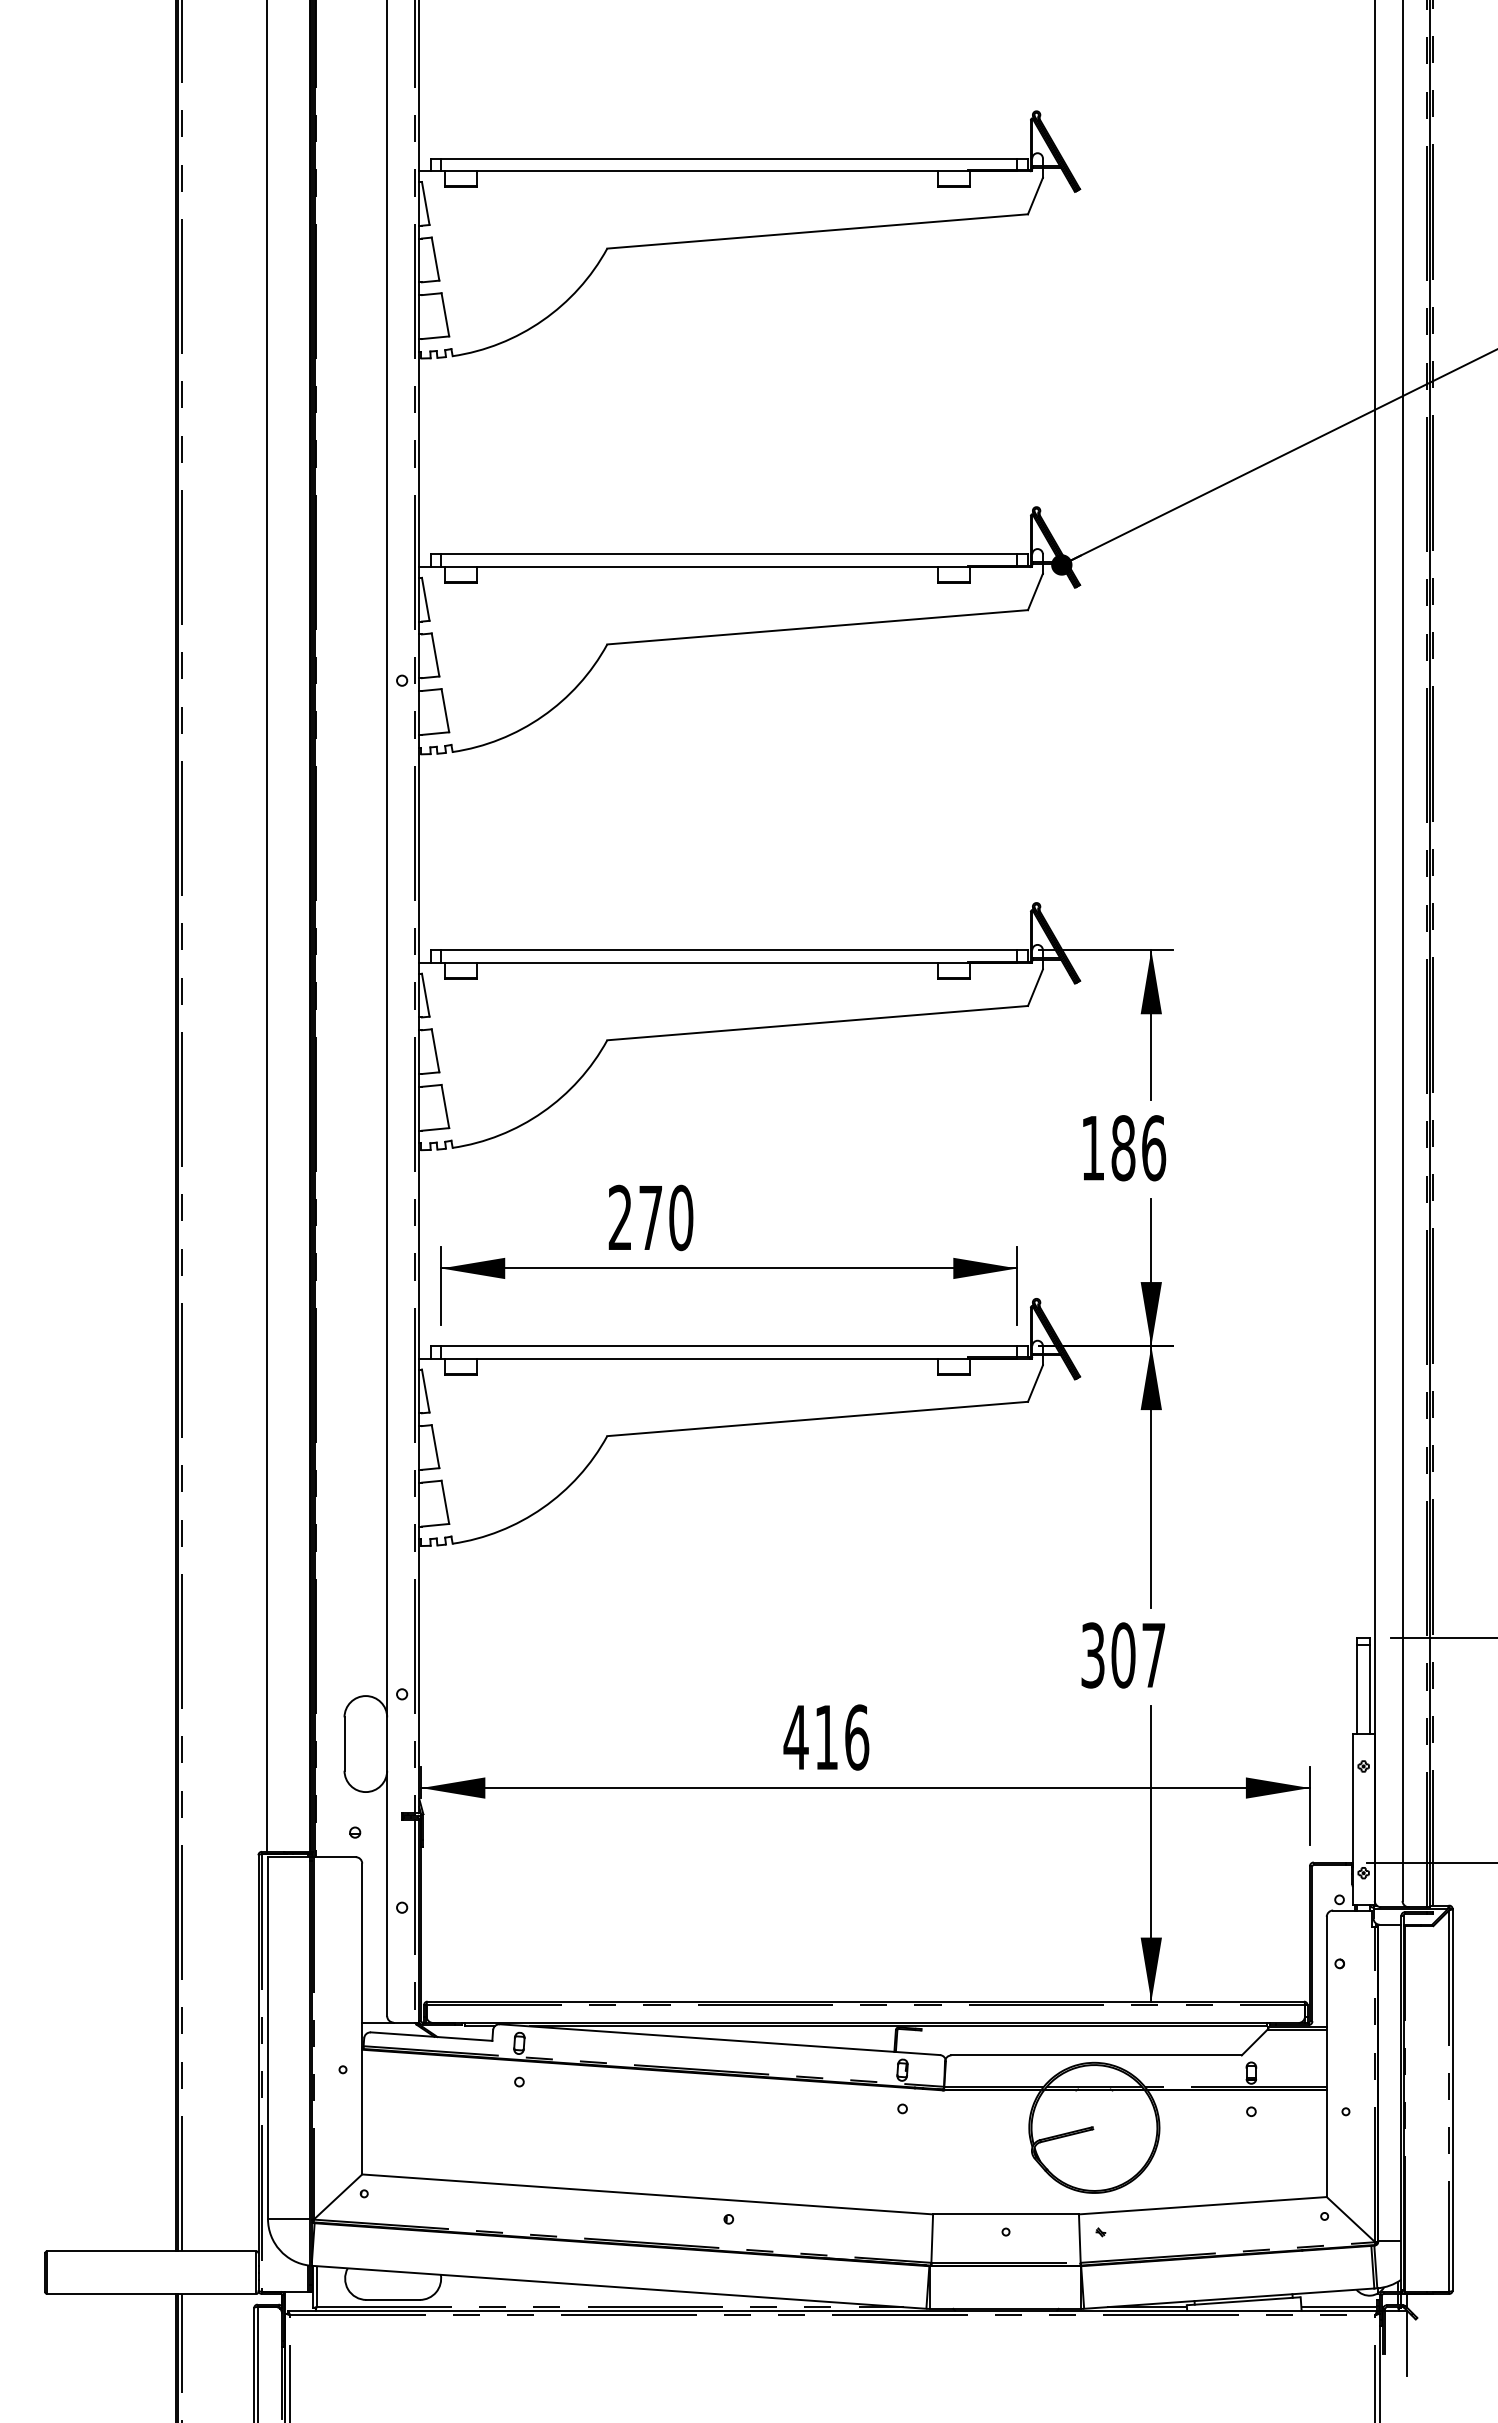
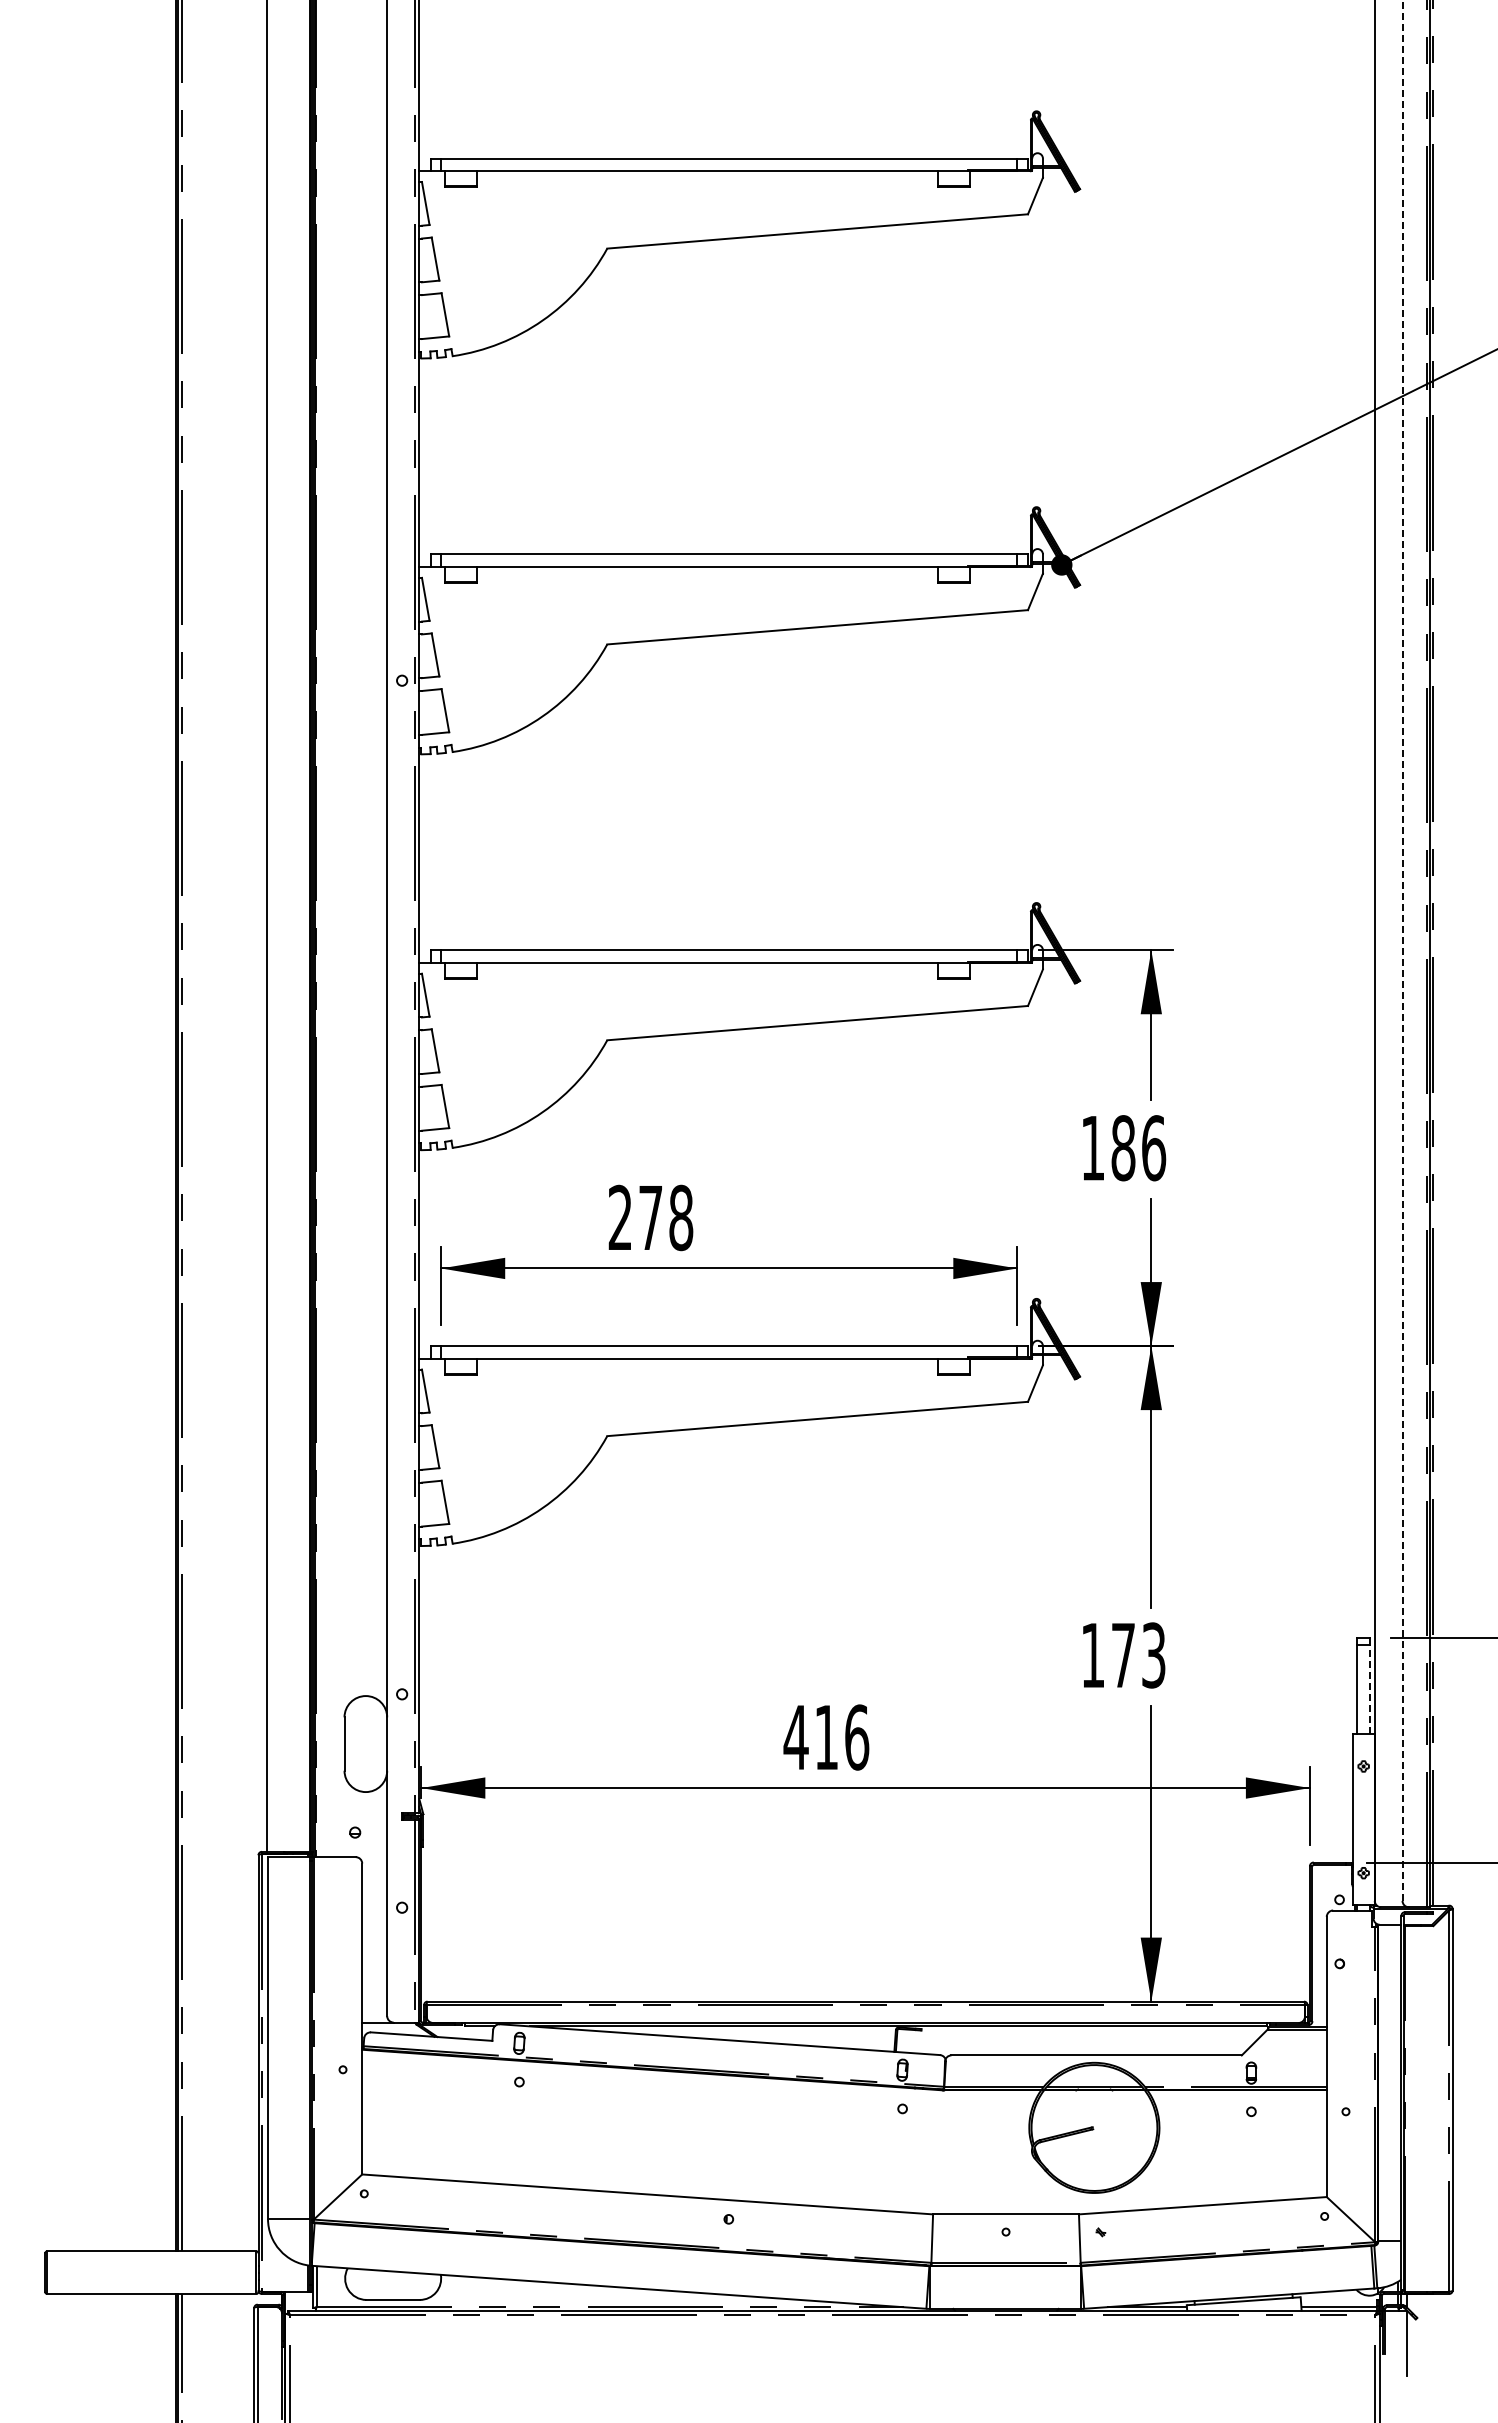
line at (1402, 950): solid -> dashed
text at (681, 1217): 270 -> 278
text at (1123, 1655): 307 -> 173
line at (1370, 1689): solid -> dashed
